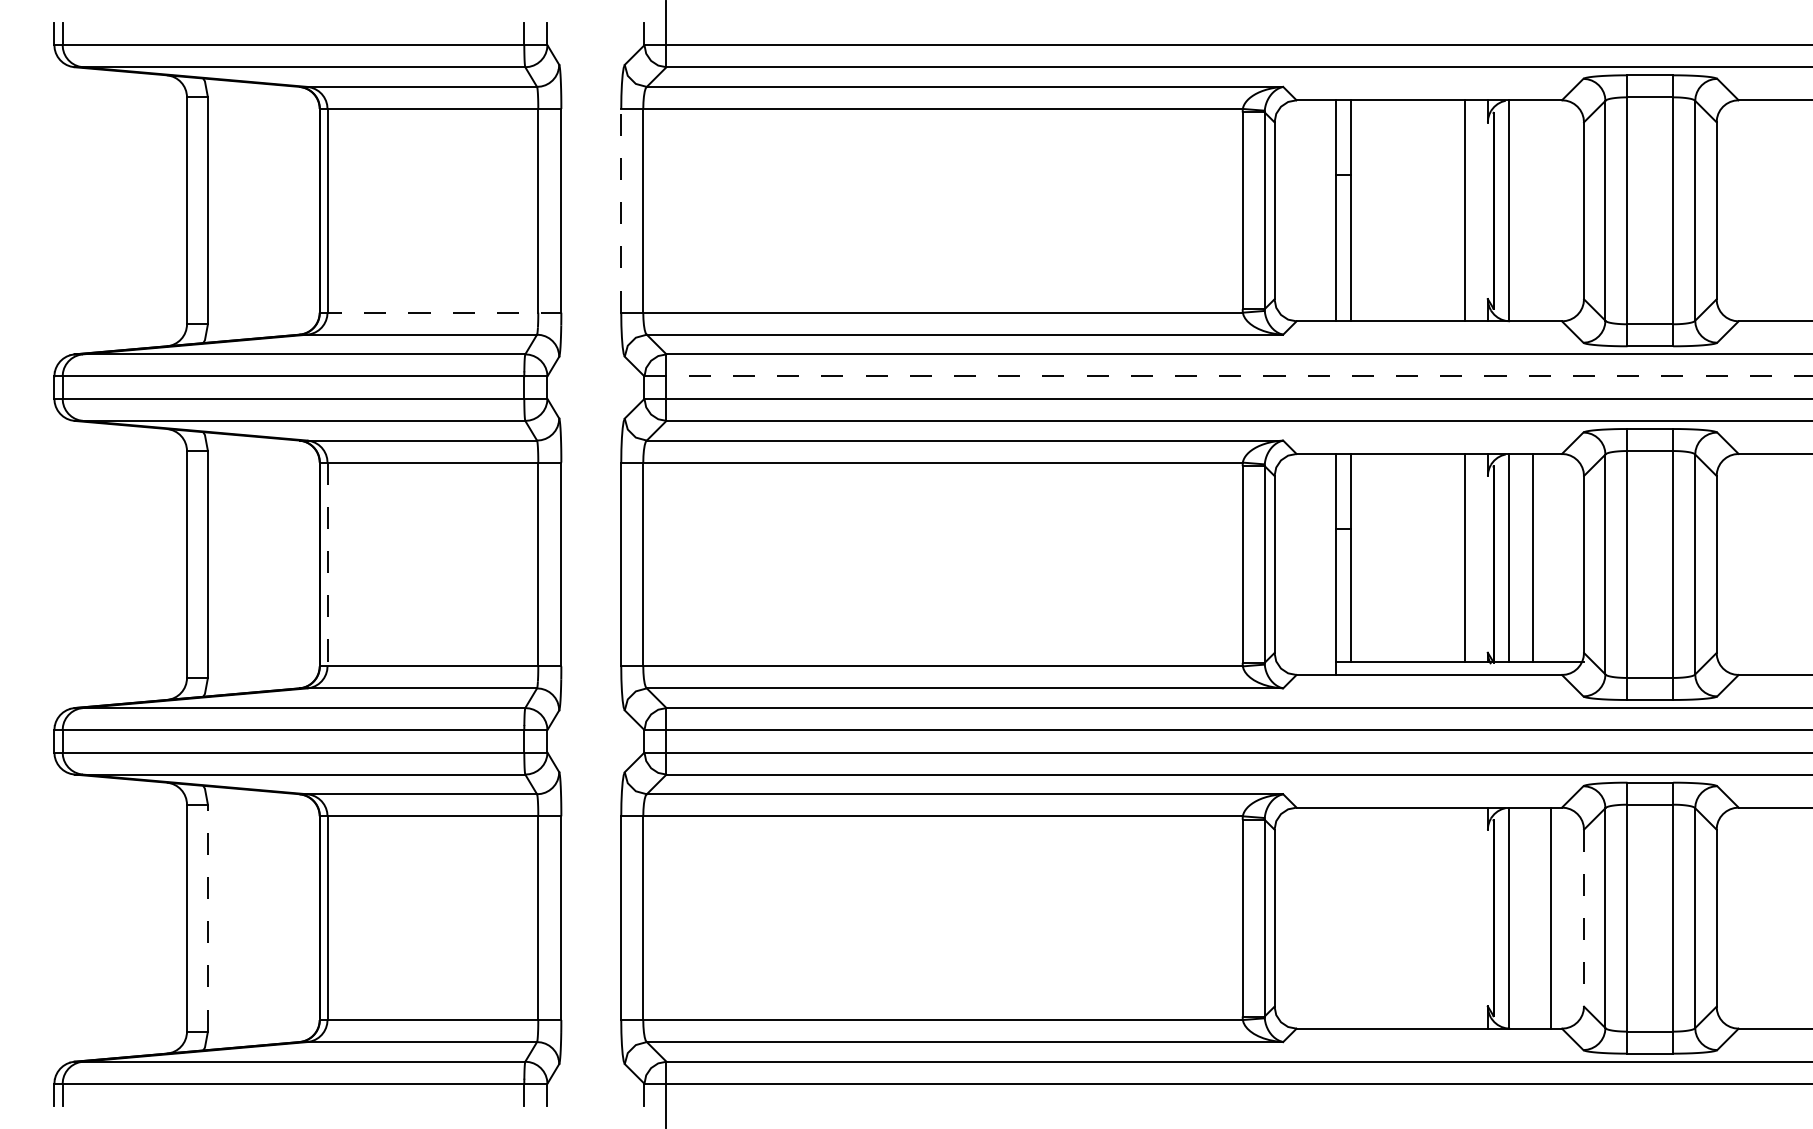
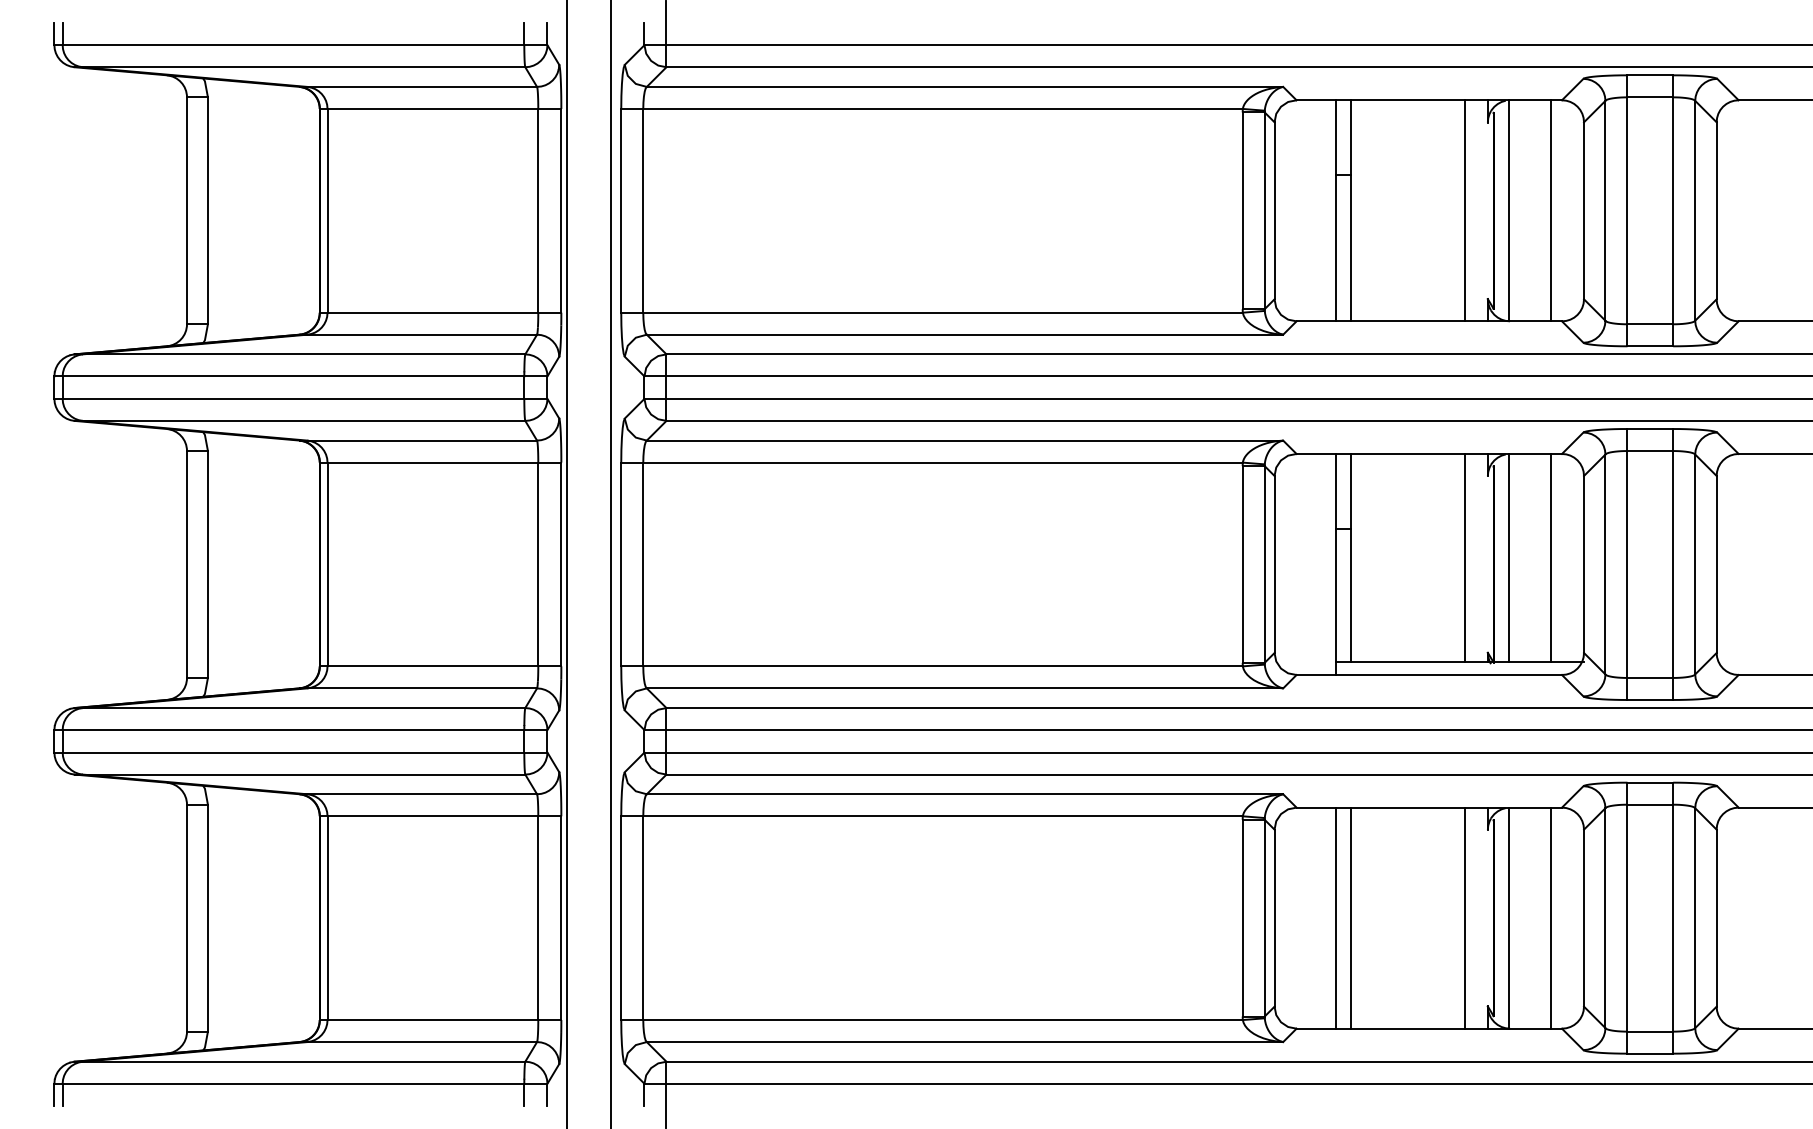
line at (621, 210): dashed -> solid
line at (1550, 210): none -> present
line at (440, 312): dashed -> solid
line at (1228, 376): dashed -> solid
line at (1532, 557) position: (1532, 557) -> (1550, 557)
line at (567, 563): none -> present
line at (611, 563): none -> present
line at (327, 564): dashed -> solid
line at (207, 917): dashed -> solid
line at (1336, 917): none -> present
line at (1350, 917): none -> present
line at (1464, 917): none -> present
line at (1584, 918): dashed -> solid
